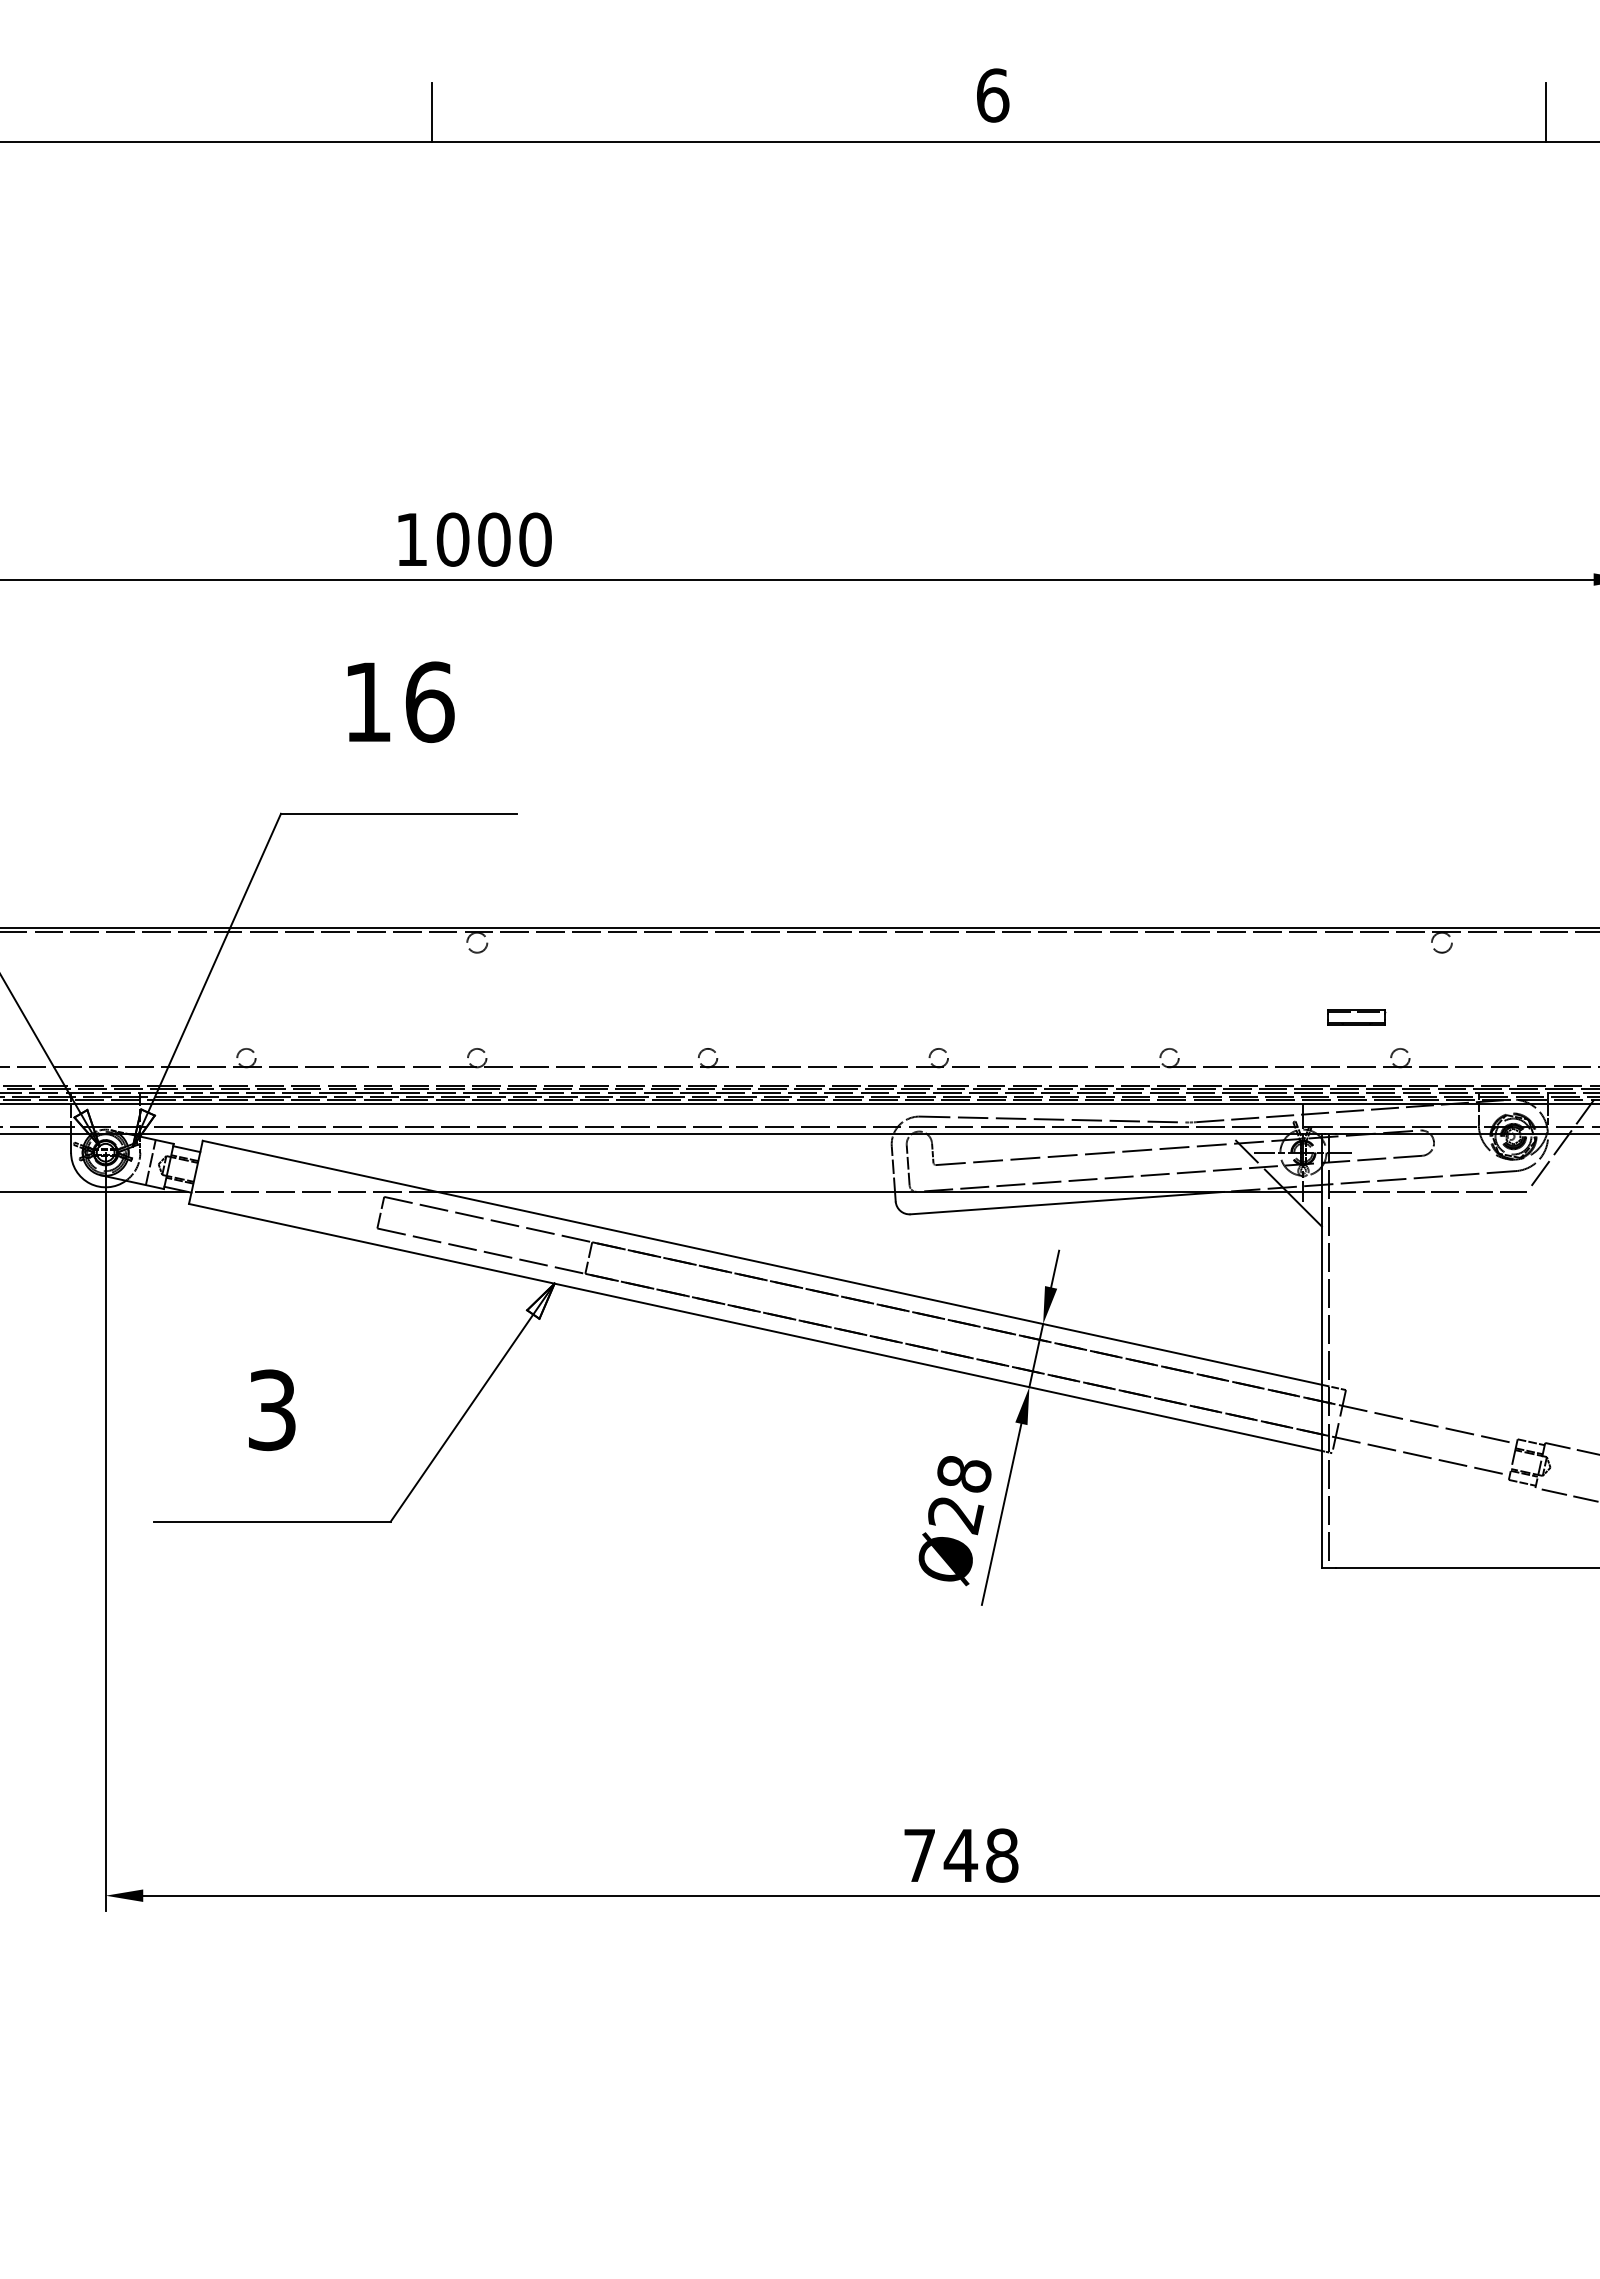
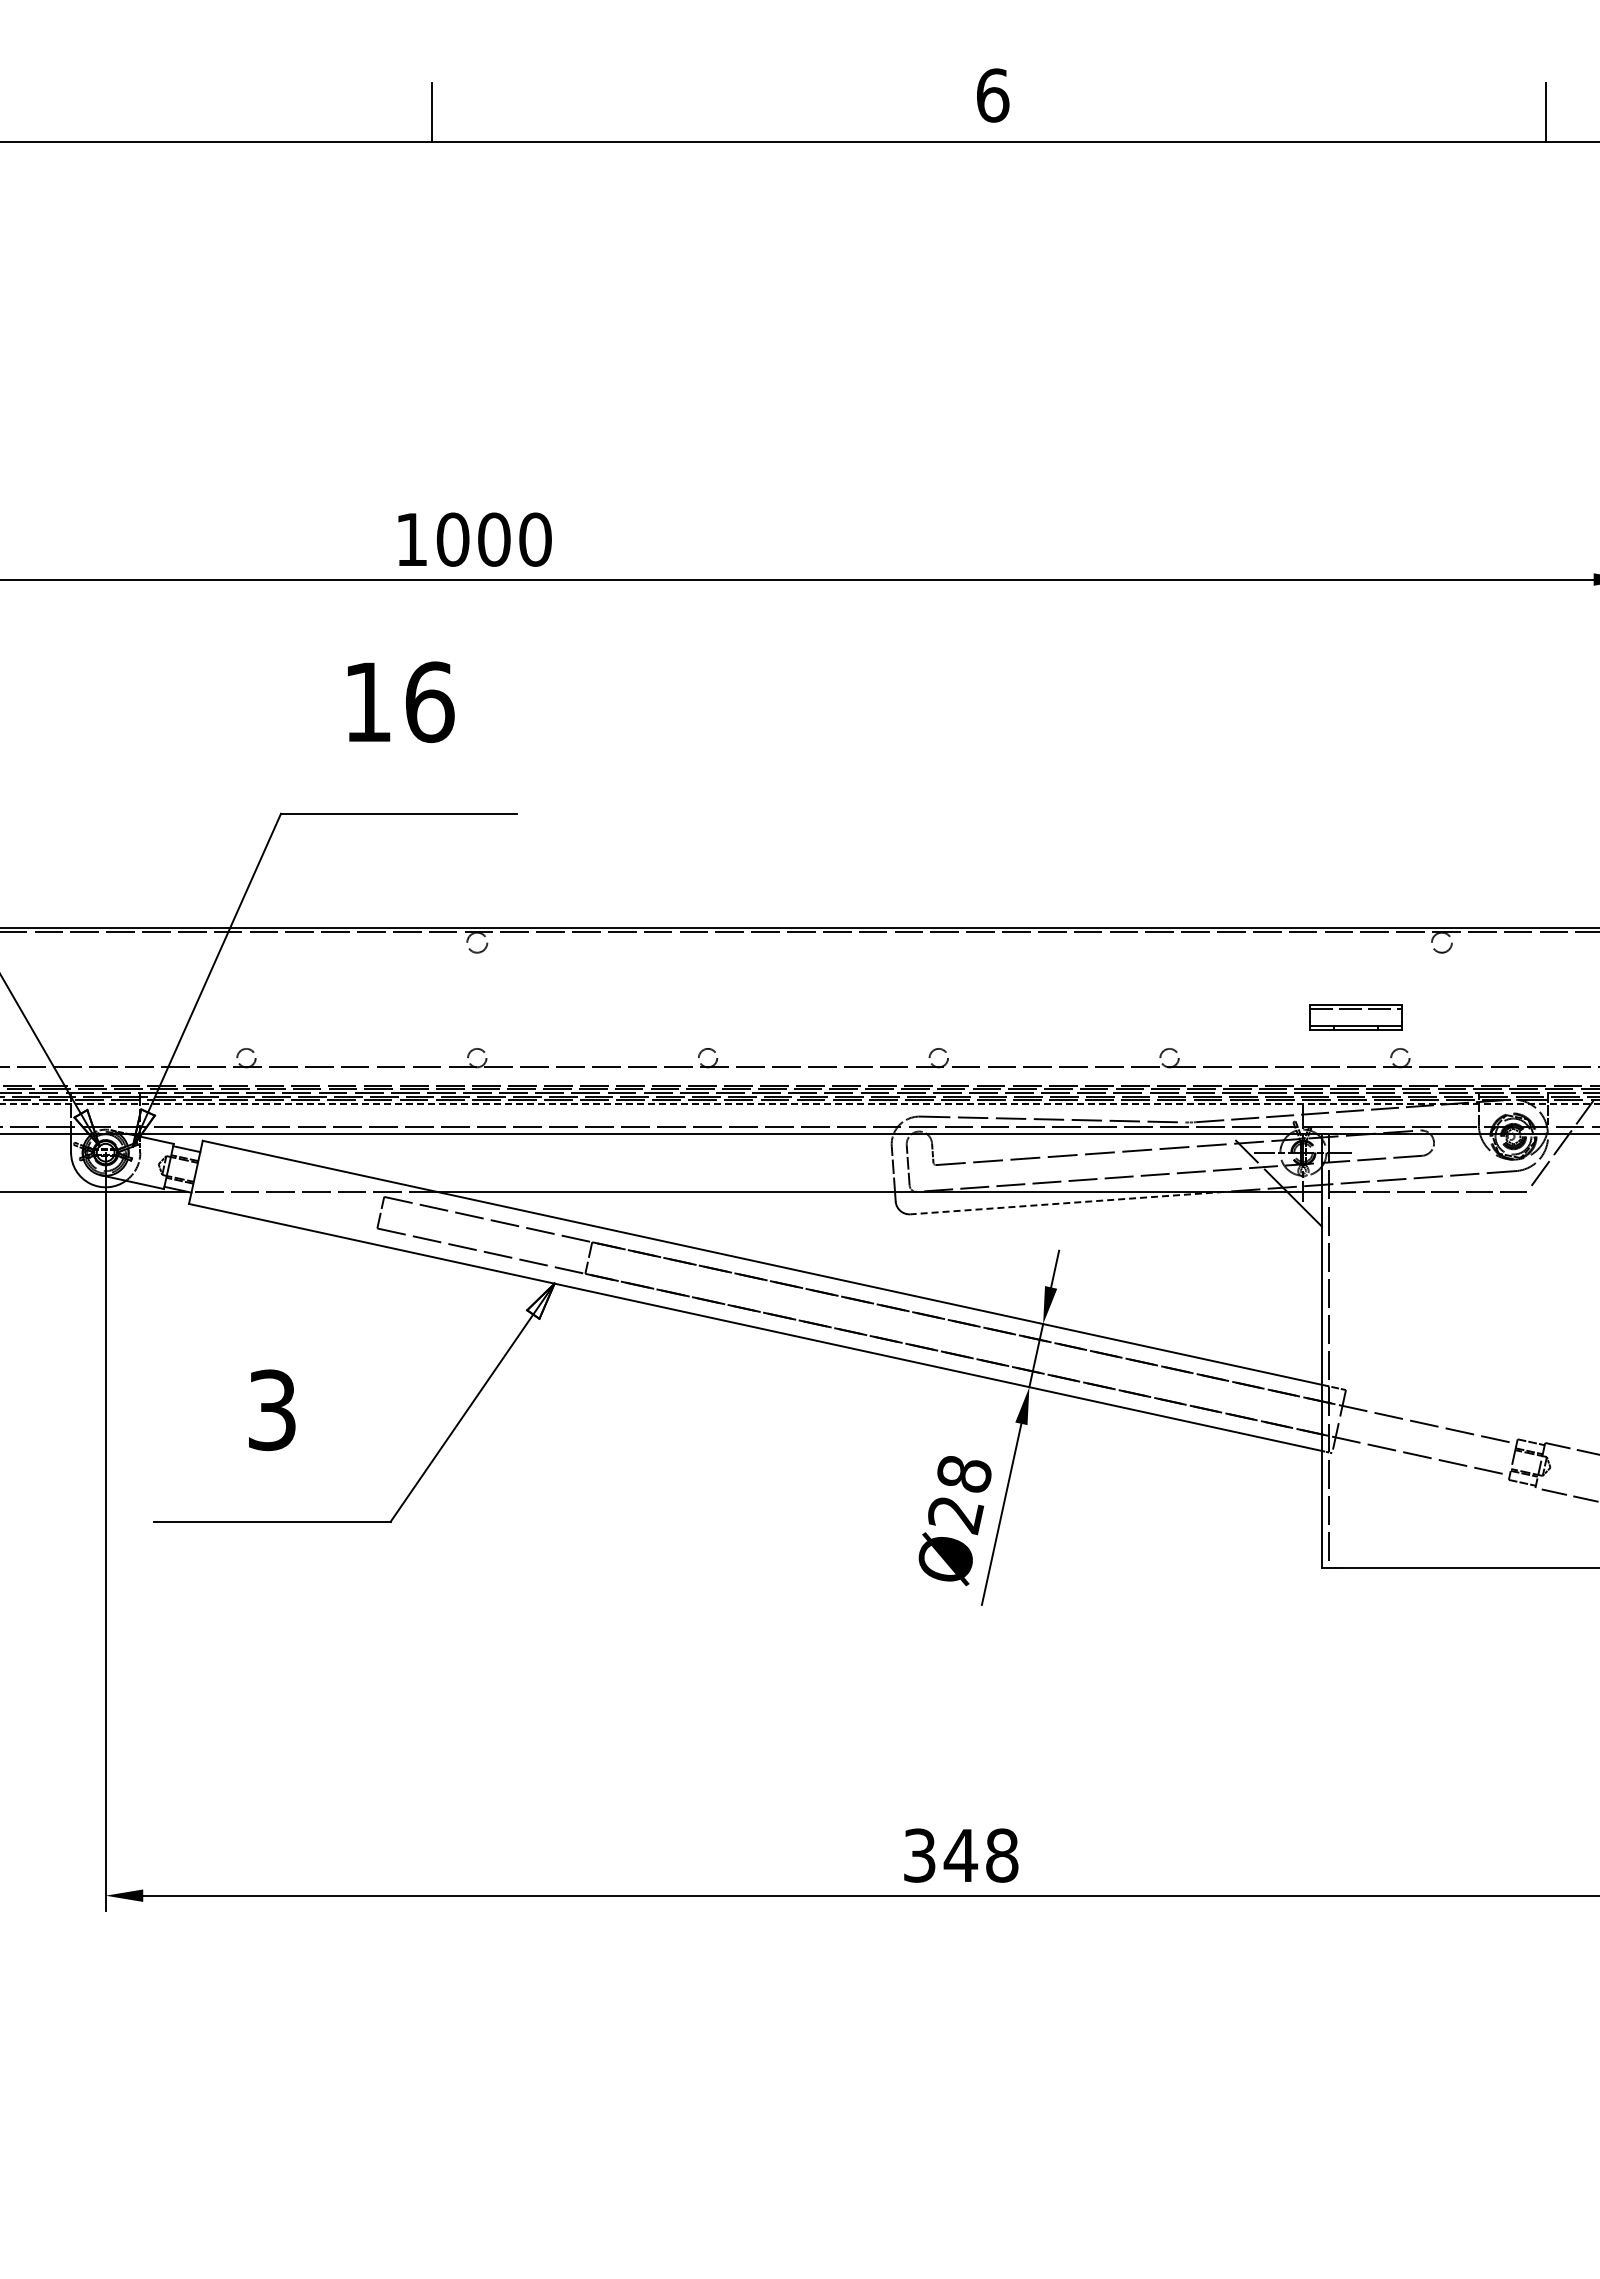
part at (1356, 1017) size: 60x17 px -> 94x27 px
line at (799, 1104): solid -> dashed
line at (150, 1162): present -> none
line at (1066, 1203): solid -> dashed
text at (919, 1855): 748 -> 348
